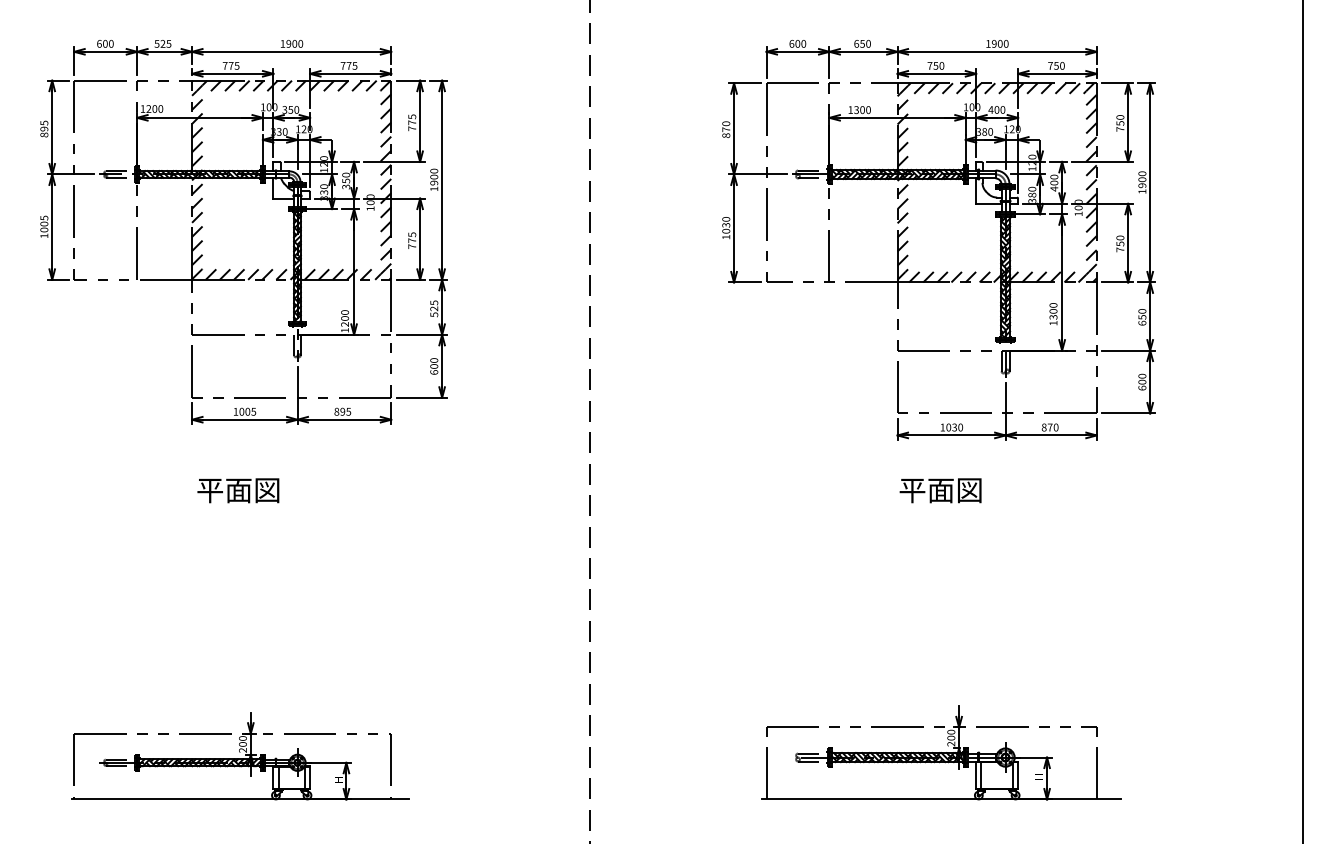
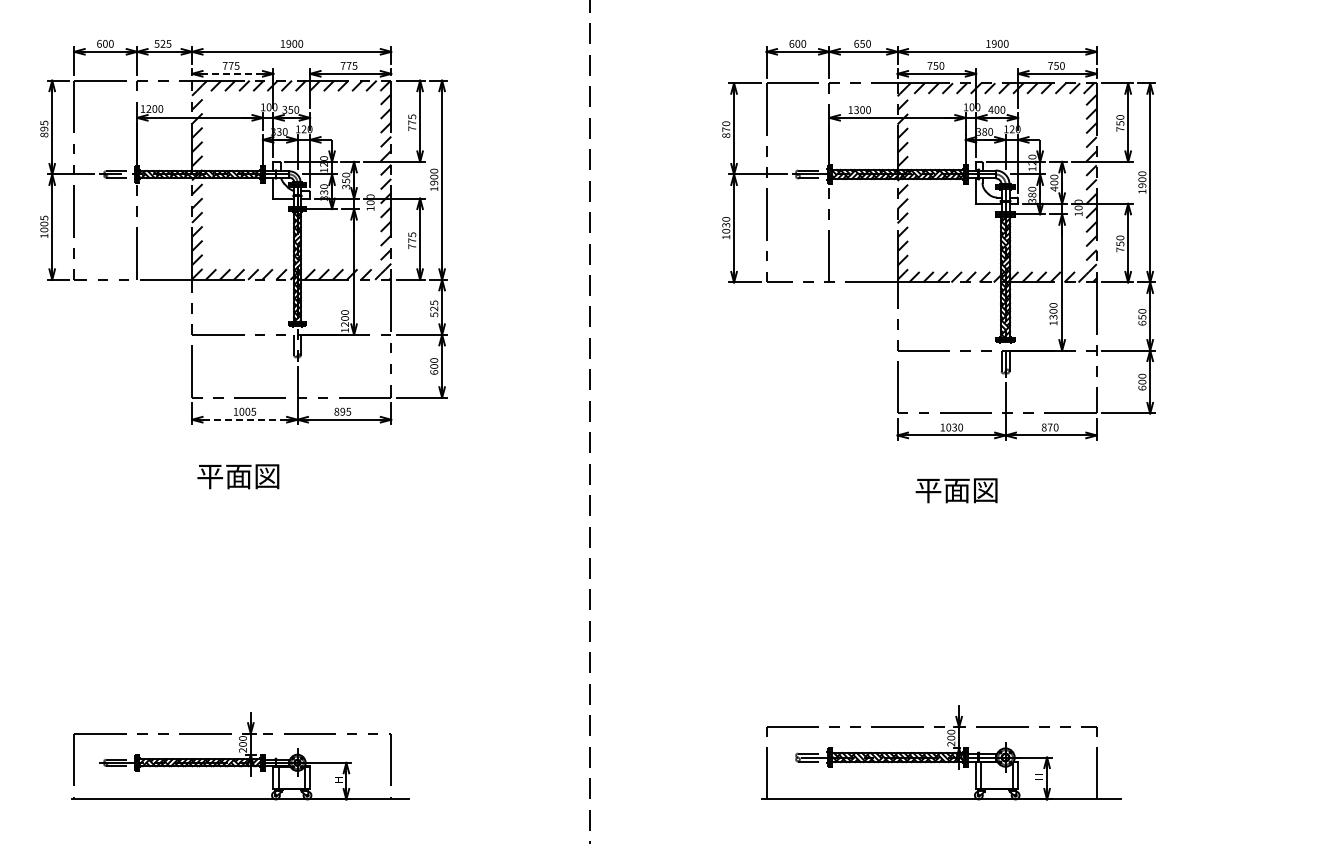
line at (232, 73): solid -> dashed
line at (245, 419): solid -> dashed
line at (1302, 421): present -> none
text at (238, 490) position: (238, 490) -> (238, 476)
text at (940, 490) position: (940, 490) -> (956, 490)
